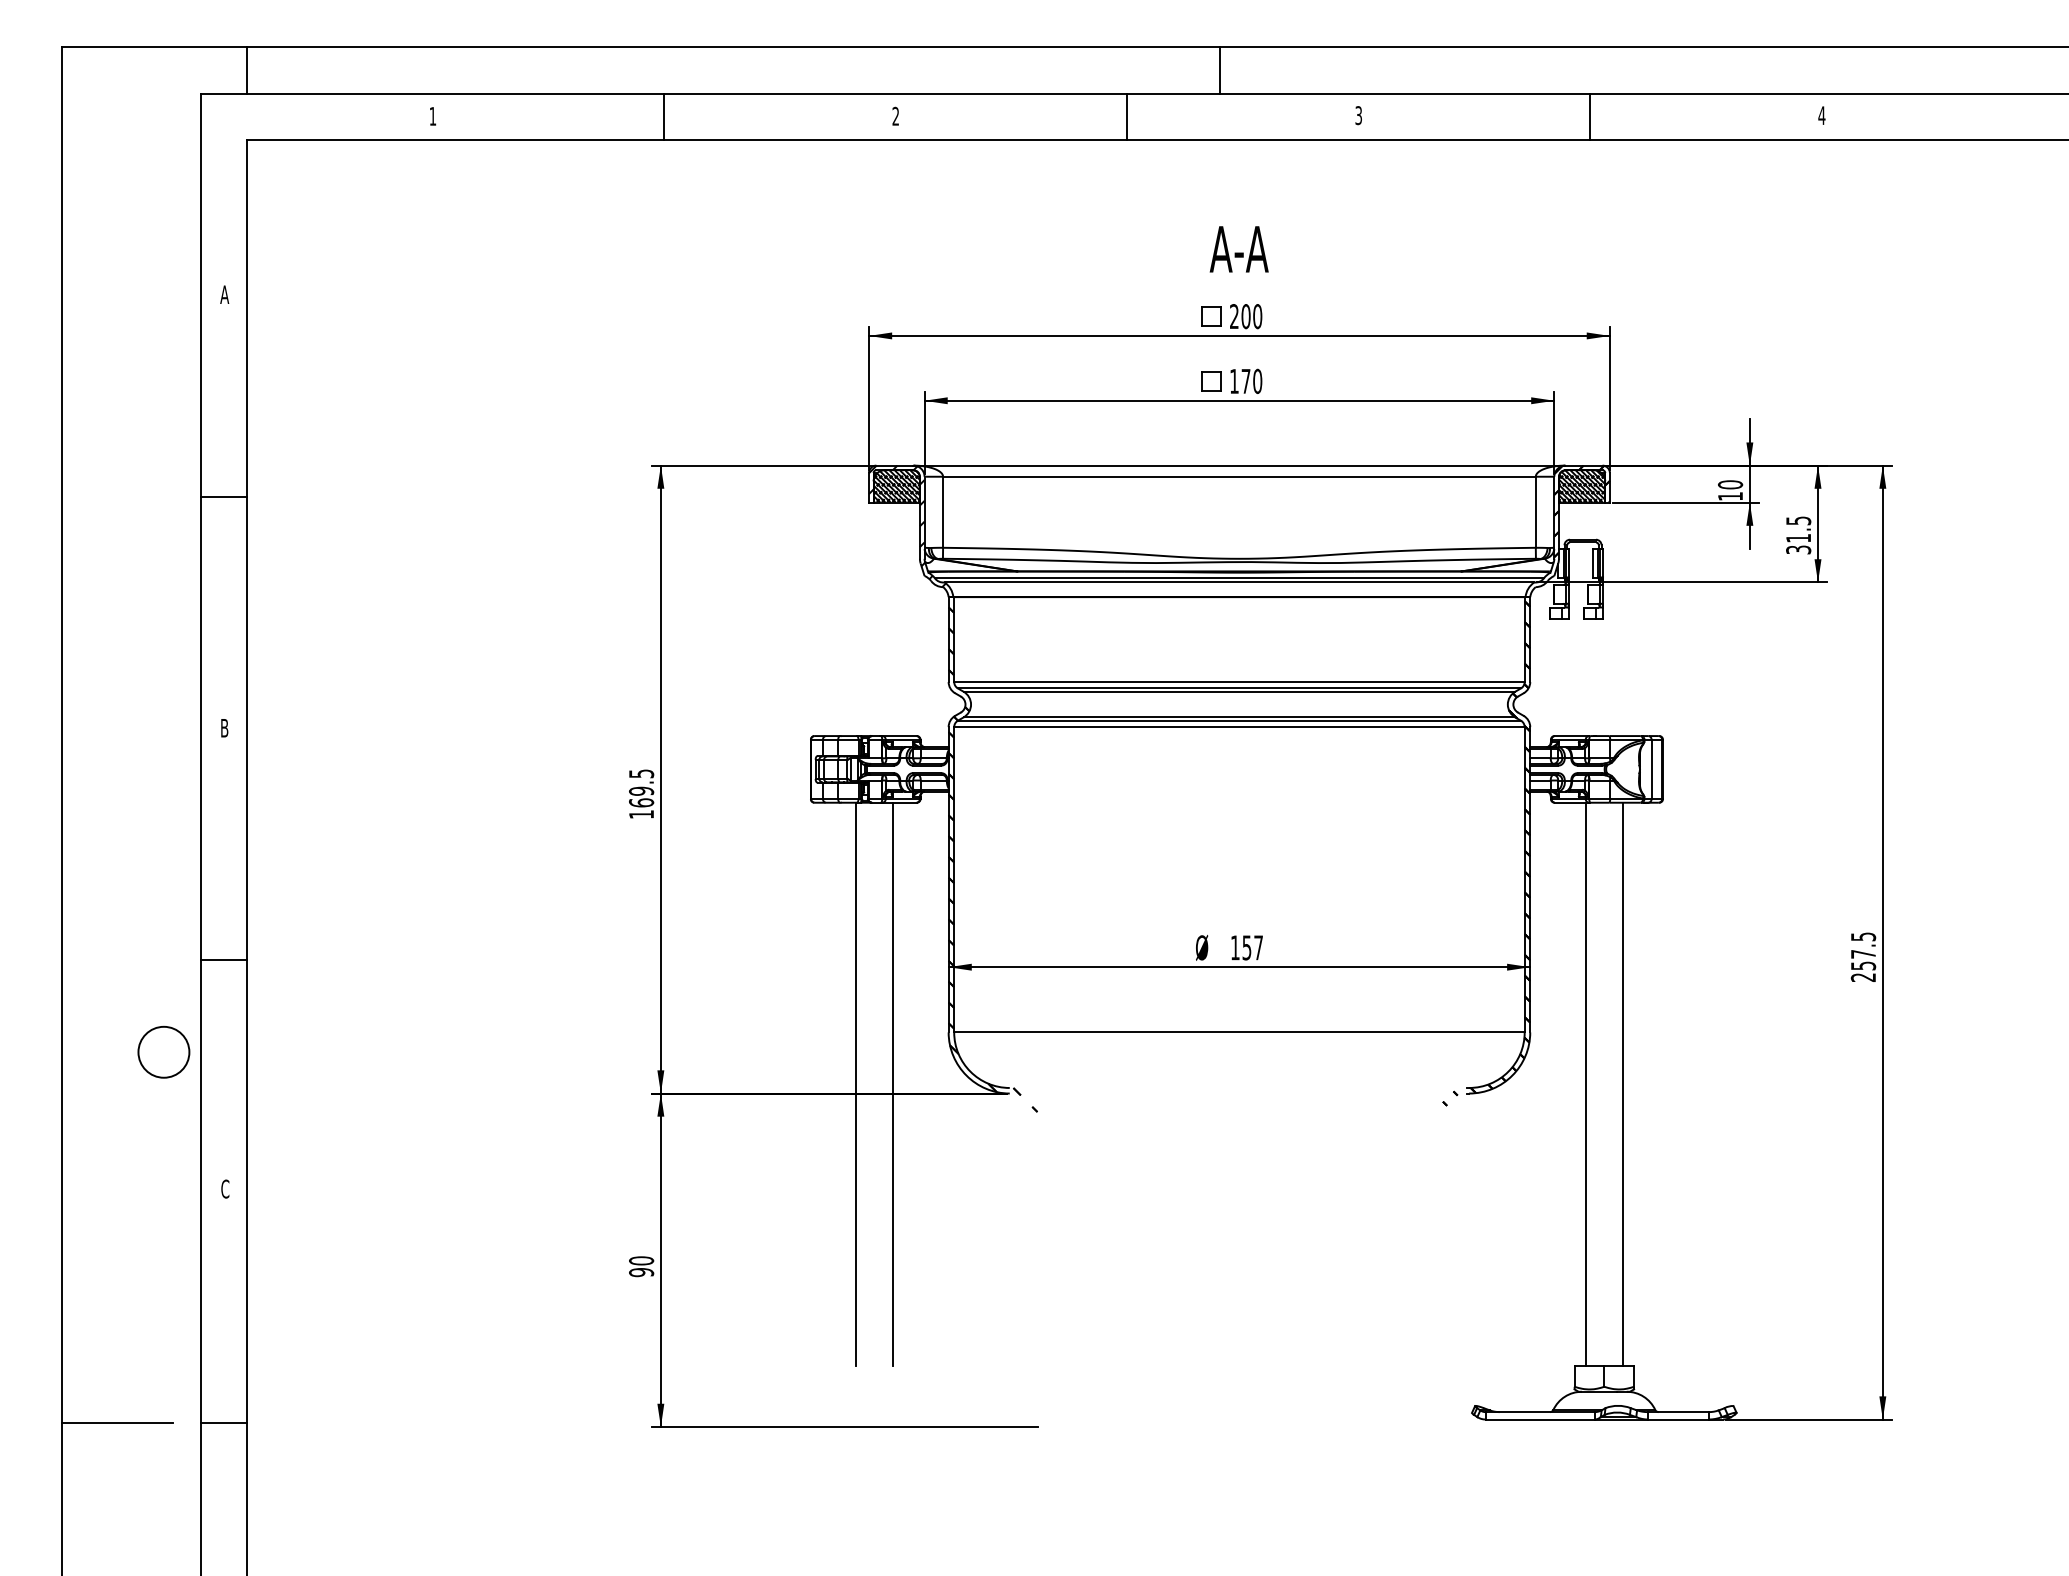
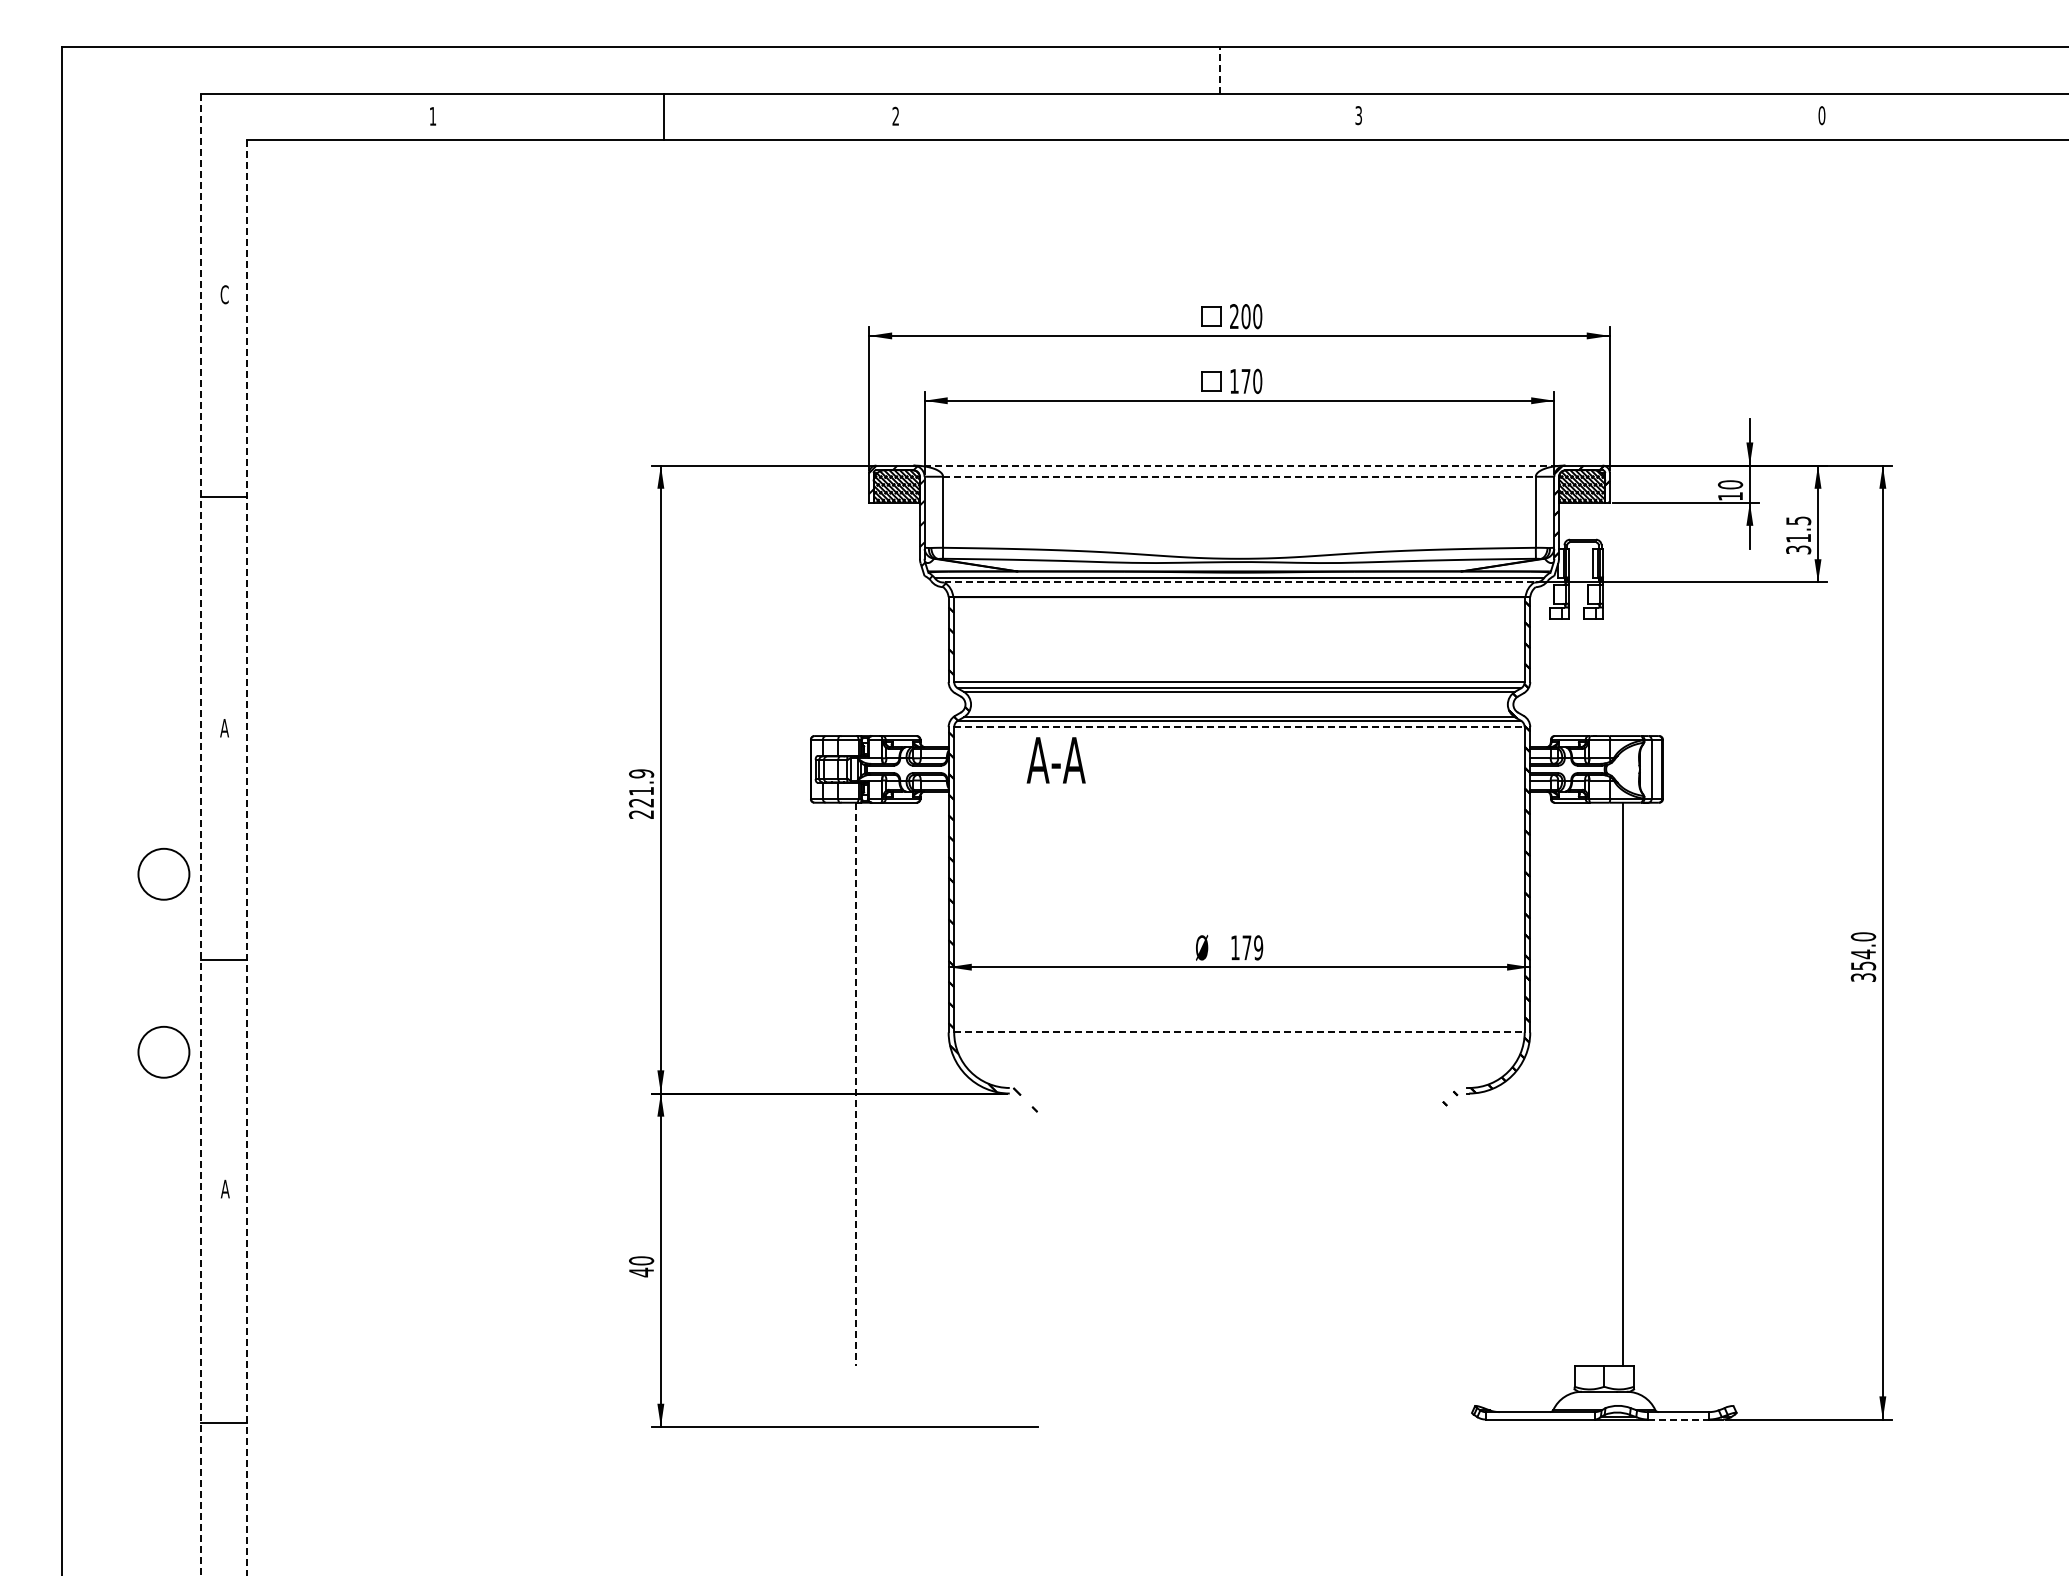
line at (247, 70): present -> none
line at (1219, 70): solid -> dashed
text at (1821, 115): 4 -> 0
line at (1127, 116): present -> none
line at (1590, 116): present -> none
text at (1238, 249) position: (1238, 249) -> (1055, 760)
text at (224, 294): A -> C
line at (1239, 465): solid -> dashed
line at (1239, 476): solid -> dashed
line at (1239, 582): solid -> dashed
line at (1239, 727): solid -> dashed
text at (224, 728): B -> A
text at (641, 793): 169.5 -> 221.9
line at (200, 834): solid -> dashed
line at (247, 857): solid -> dashed
circle at (163, 873): none -> present
text at (1252, 947): 157 -> 179
text at (1863, 956): 257.5 -> 354.0
line at (1239, 1032): solid -> dashed
line at (893, 1083): present -> none
line at (1585, 1083): present -> none
line at (856, 1084): solid -> dashed
text at (224, 1188): C -> A
text at (641, 1272): 90 -> 40
line at (1678, 1419): solid -> dashed
line at (117, 1422): present -> none
